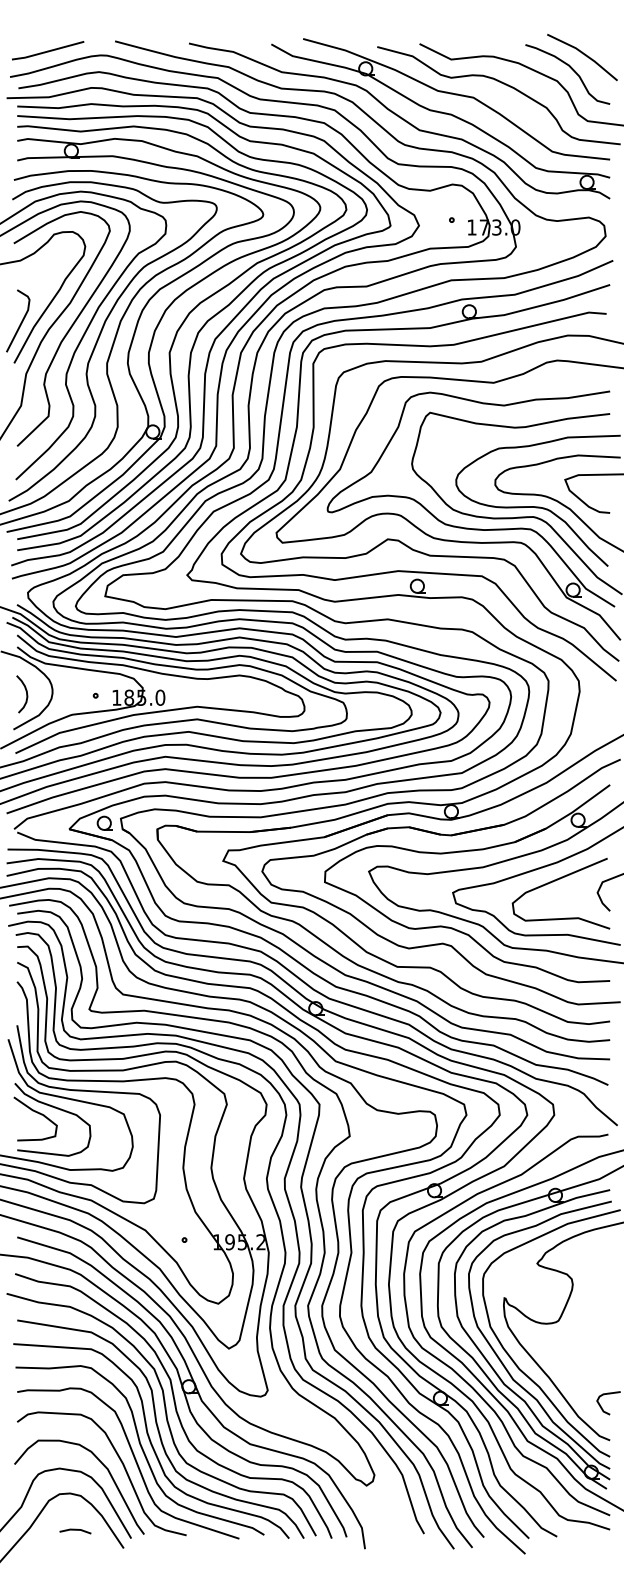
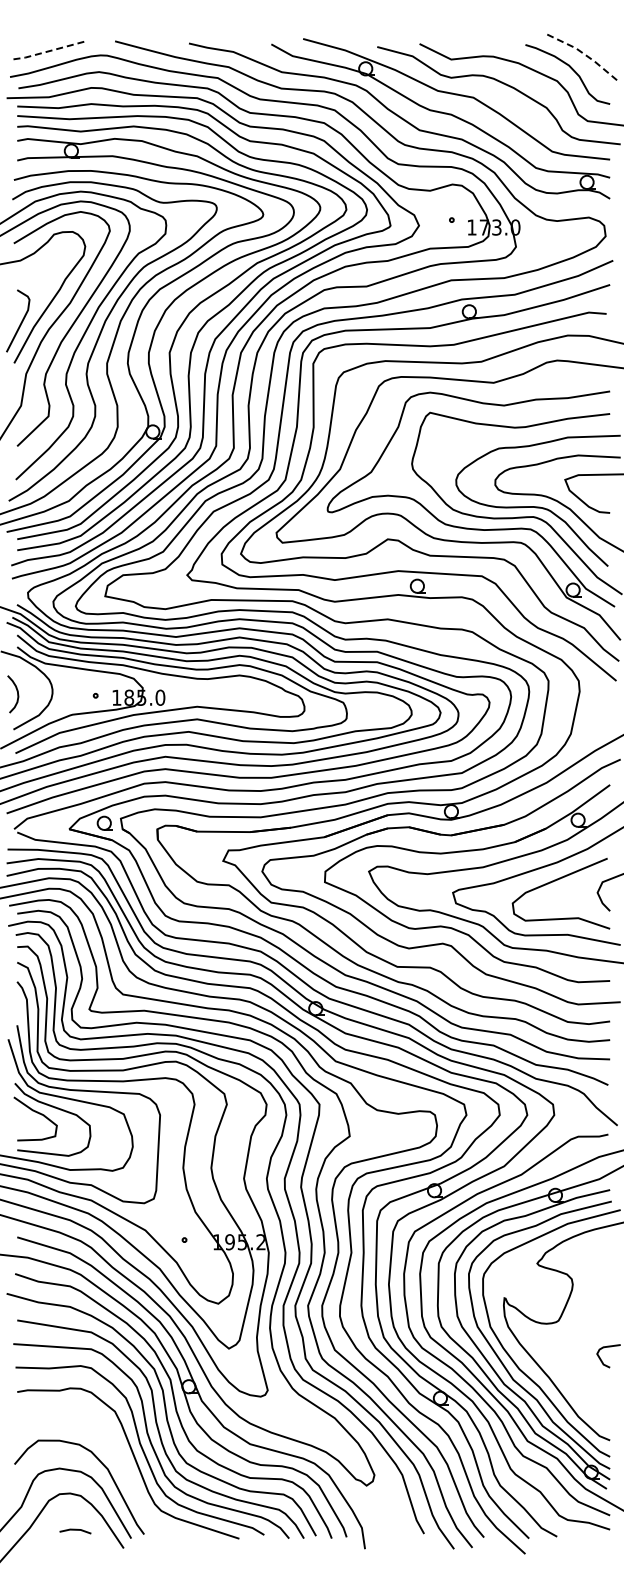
line at (47, 51): solid -> dashed
line at (584, 54): solid -> dashed
curve at (26, 694) position: (26, 694) -> (17, 694)
curve at (602, 1407) position: (602, 1407) -> (602, 1360)
curve at (121, 1463): present -> none
